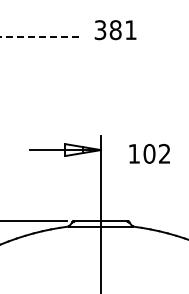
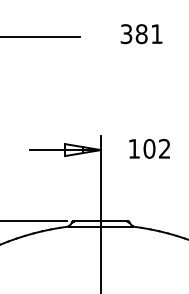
text at (115, 30) position: (115, 30) -> (141, 34)
line at (40, 37): dashed -> solid
text at (149, 153) position: (149, 153) -> (149, 148)
